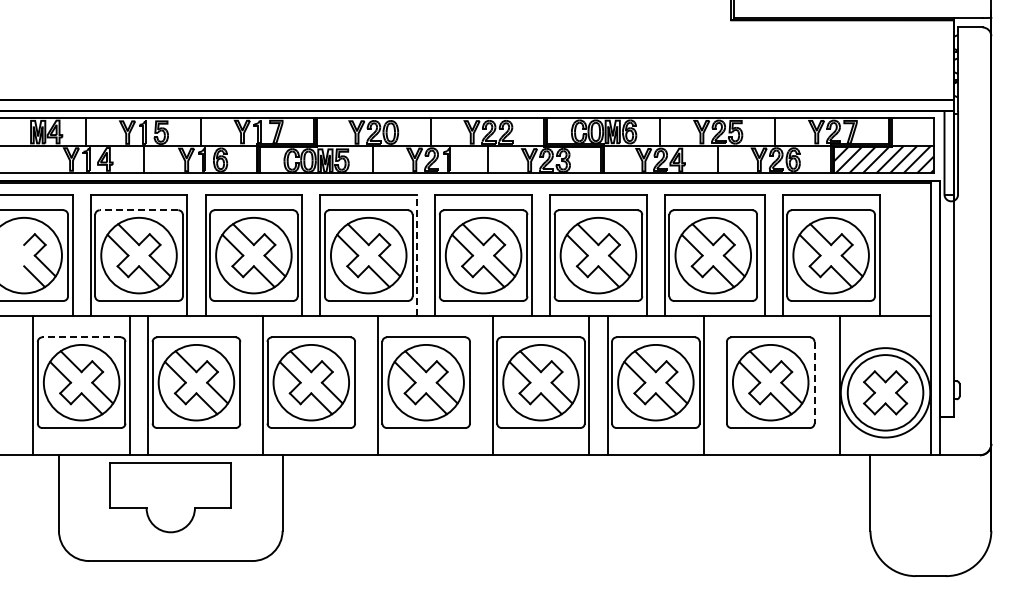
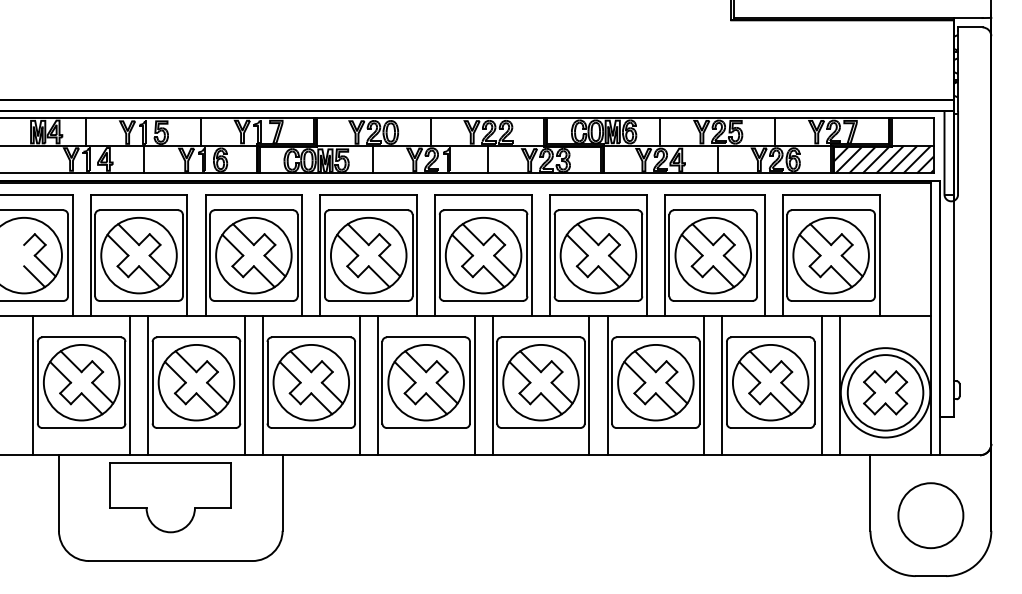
line at (138, 210): dashed -> solid
line at (417, 255): dashed -> solid
line at (81, 337): dashed -> solid
line at (814, 382): dashed -> solid
line at (244, 385): none -> present
line at (359, 385): none -> present
line at (474, 385): none -> present
line at (722, 385): none -> present
line at (822, 385): none -> present
circle at (930, 515): none -> present
